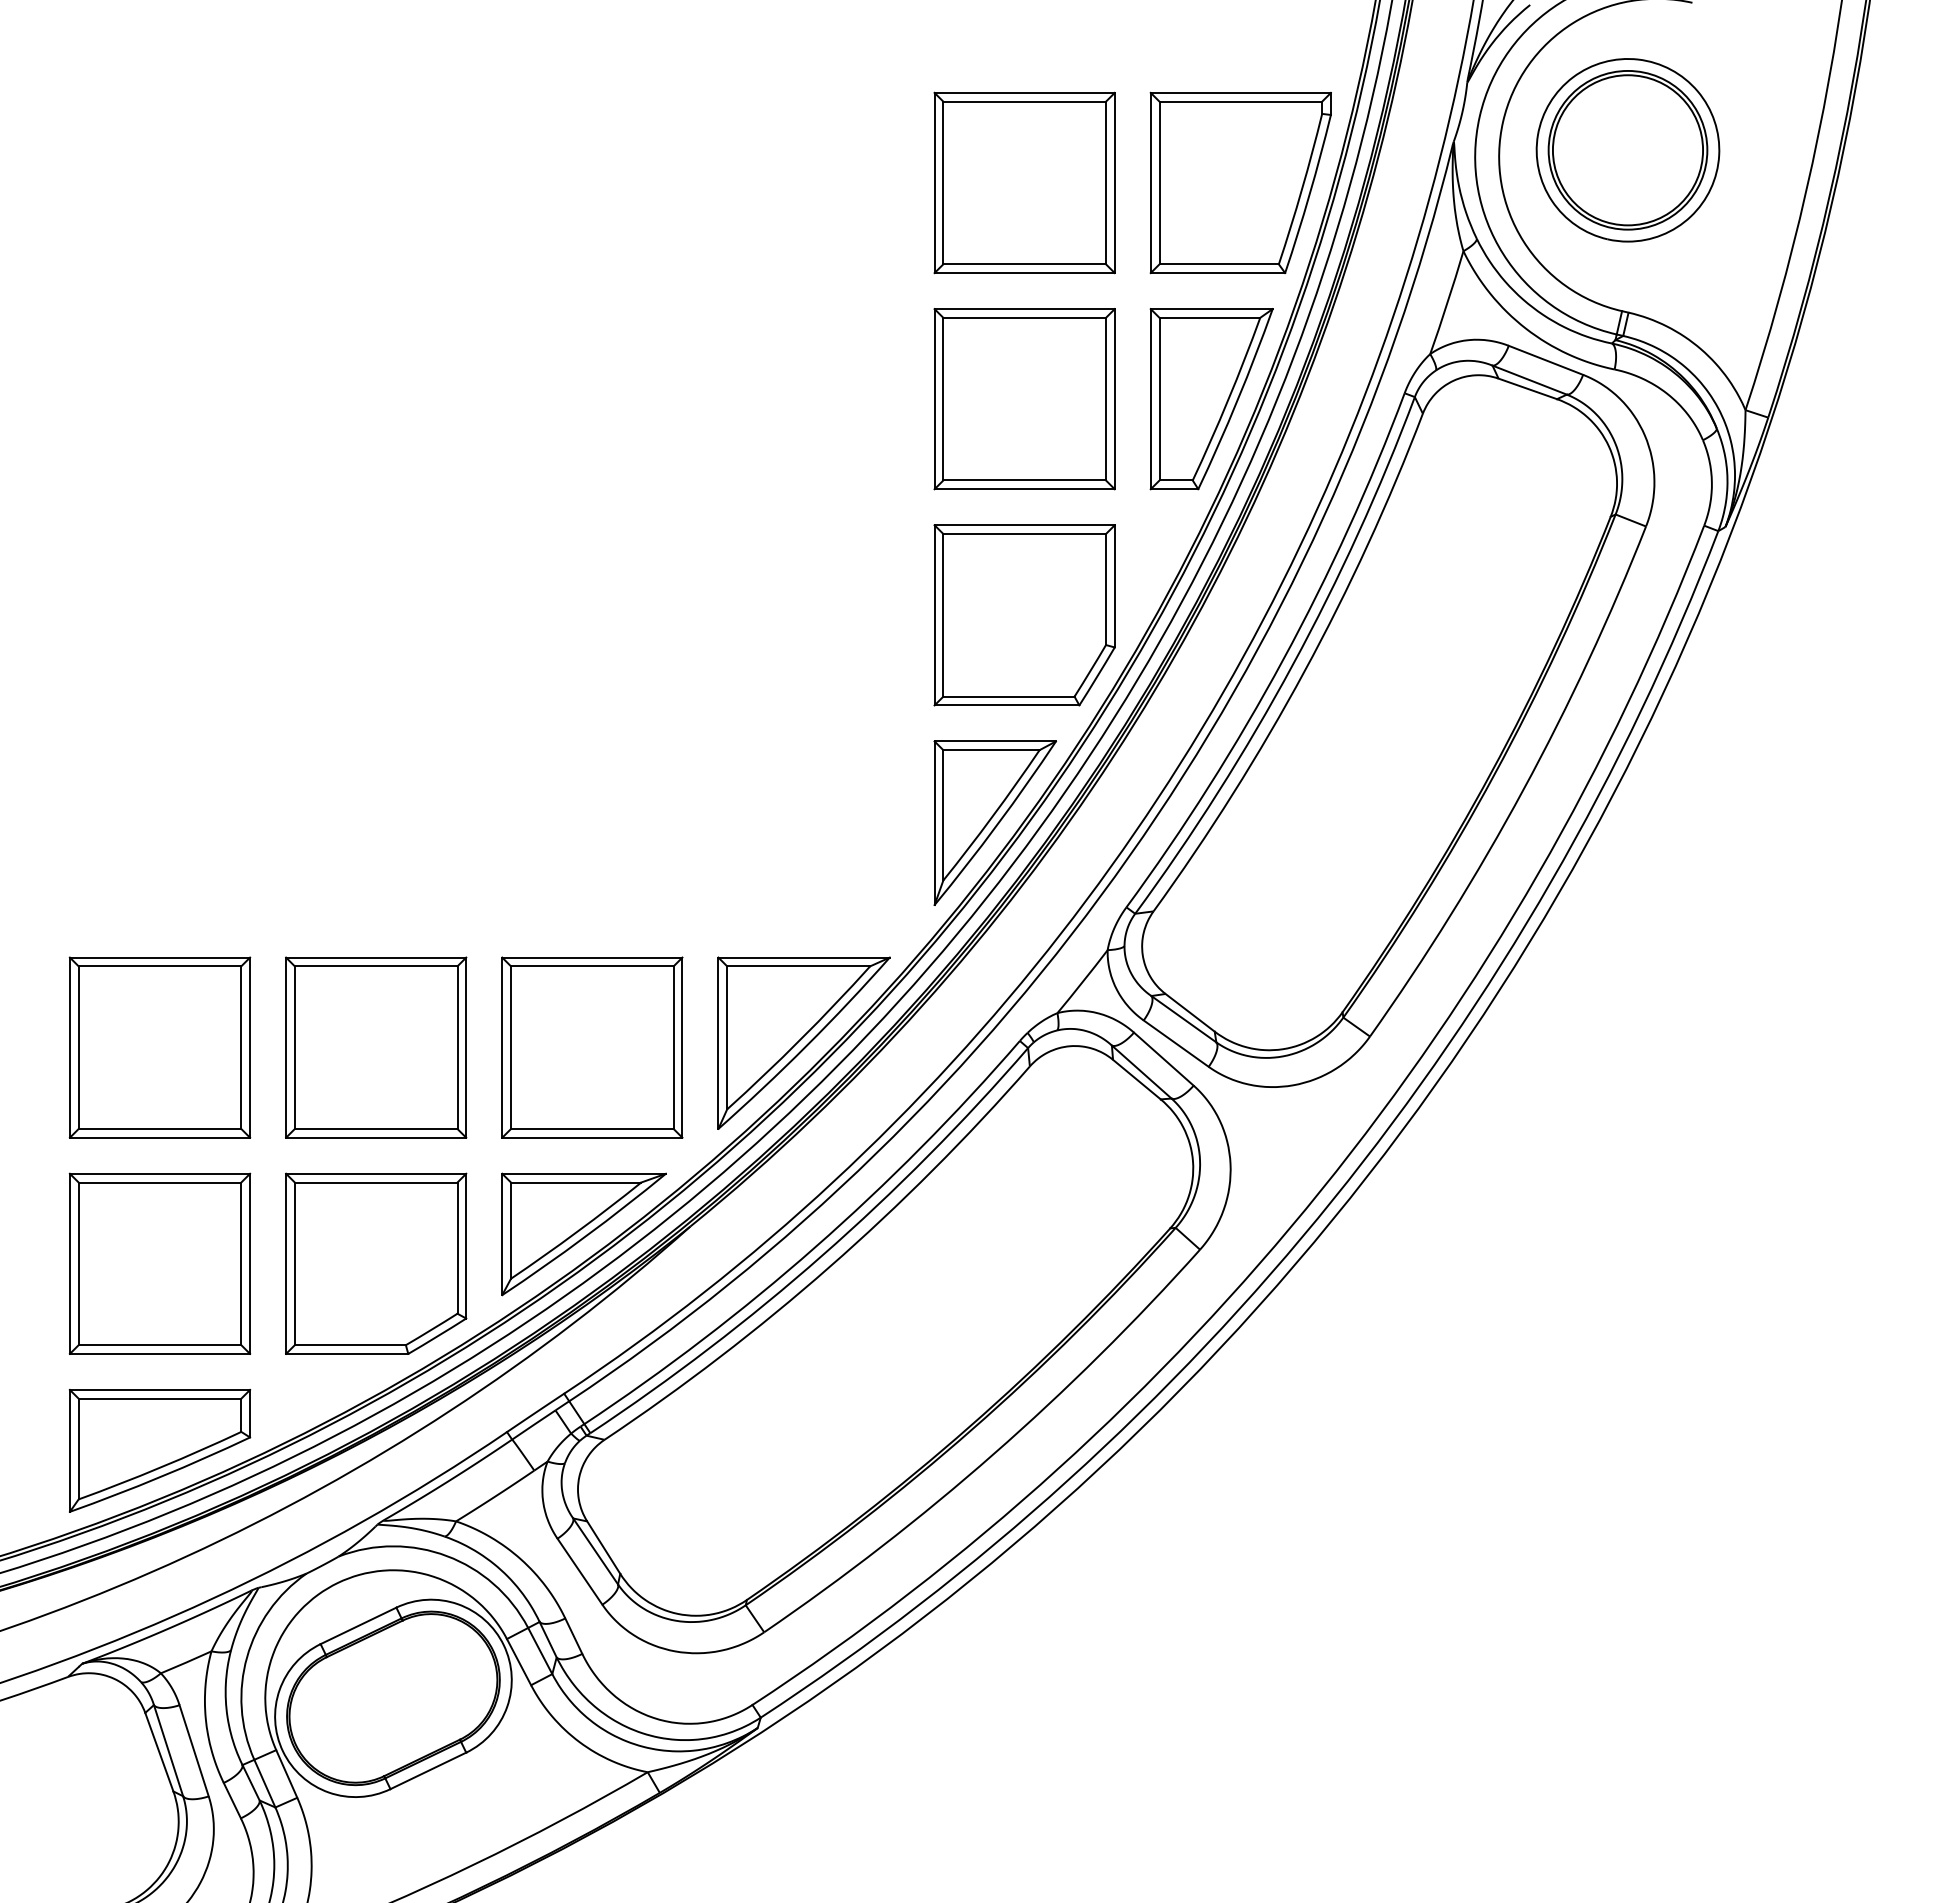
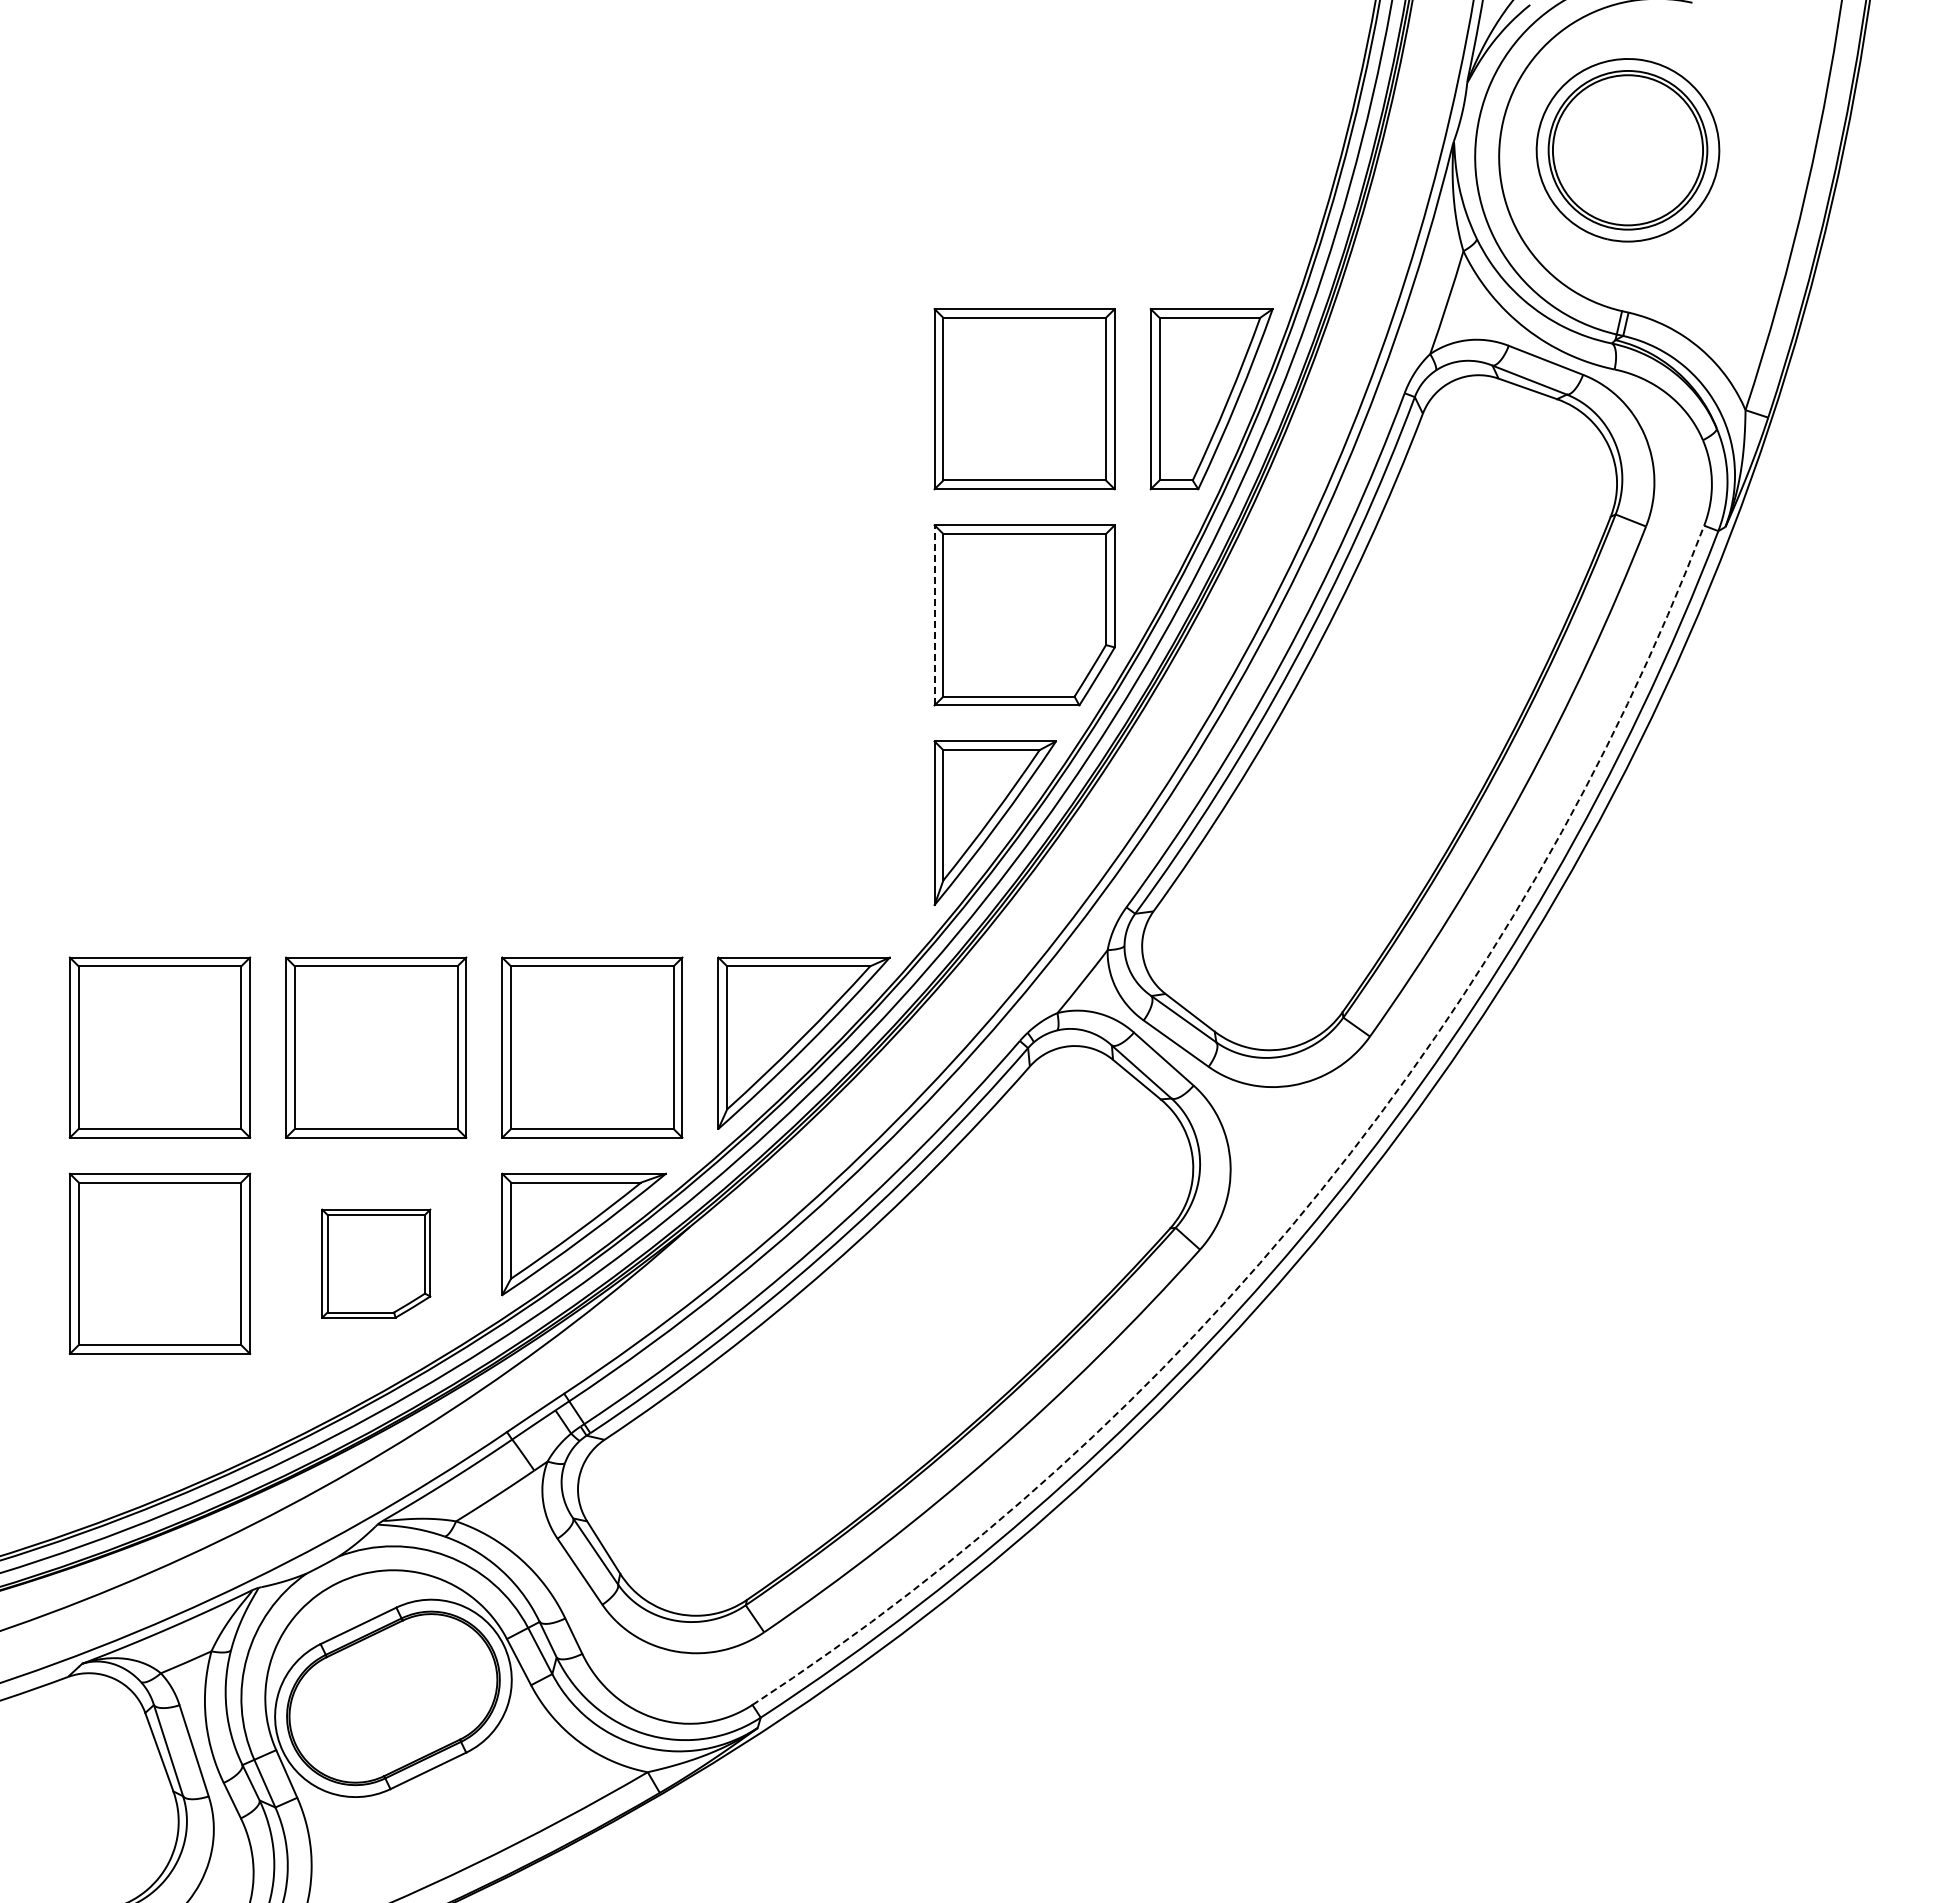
part at (1024, 182): present -> none
part at (1240, 182): present -> none
line at (934, 614): solid -> dashed
arc at (1321, 1190): solid -> dashed
part at (376, 1263) size: 183x183 px -> 111x111 px
part at (160, 1450): present -> none
